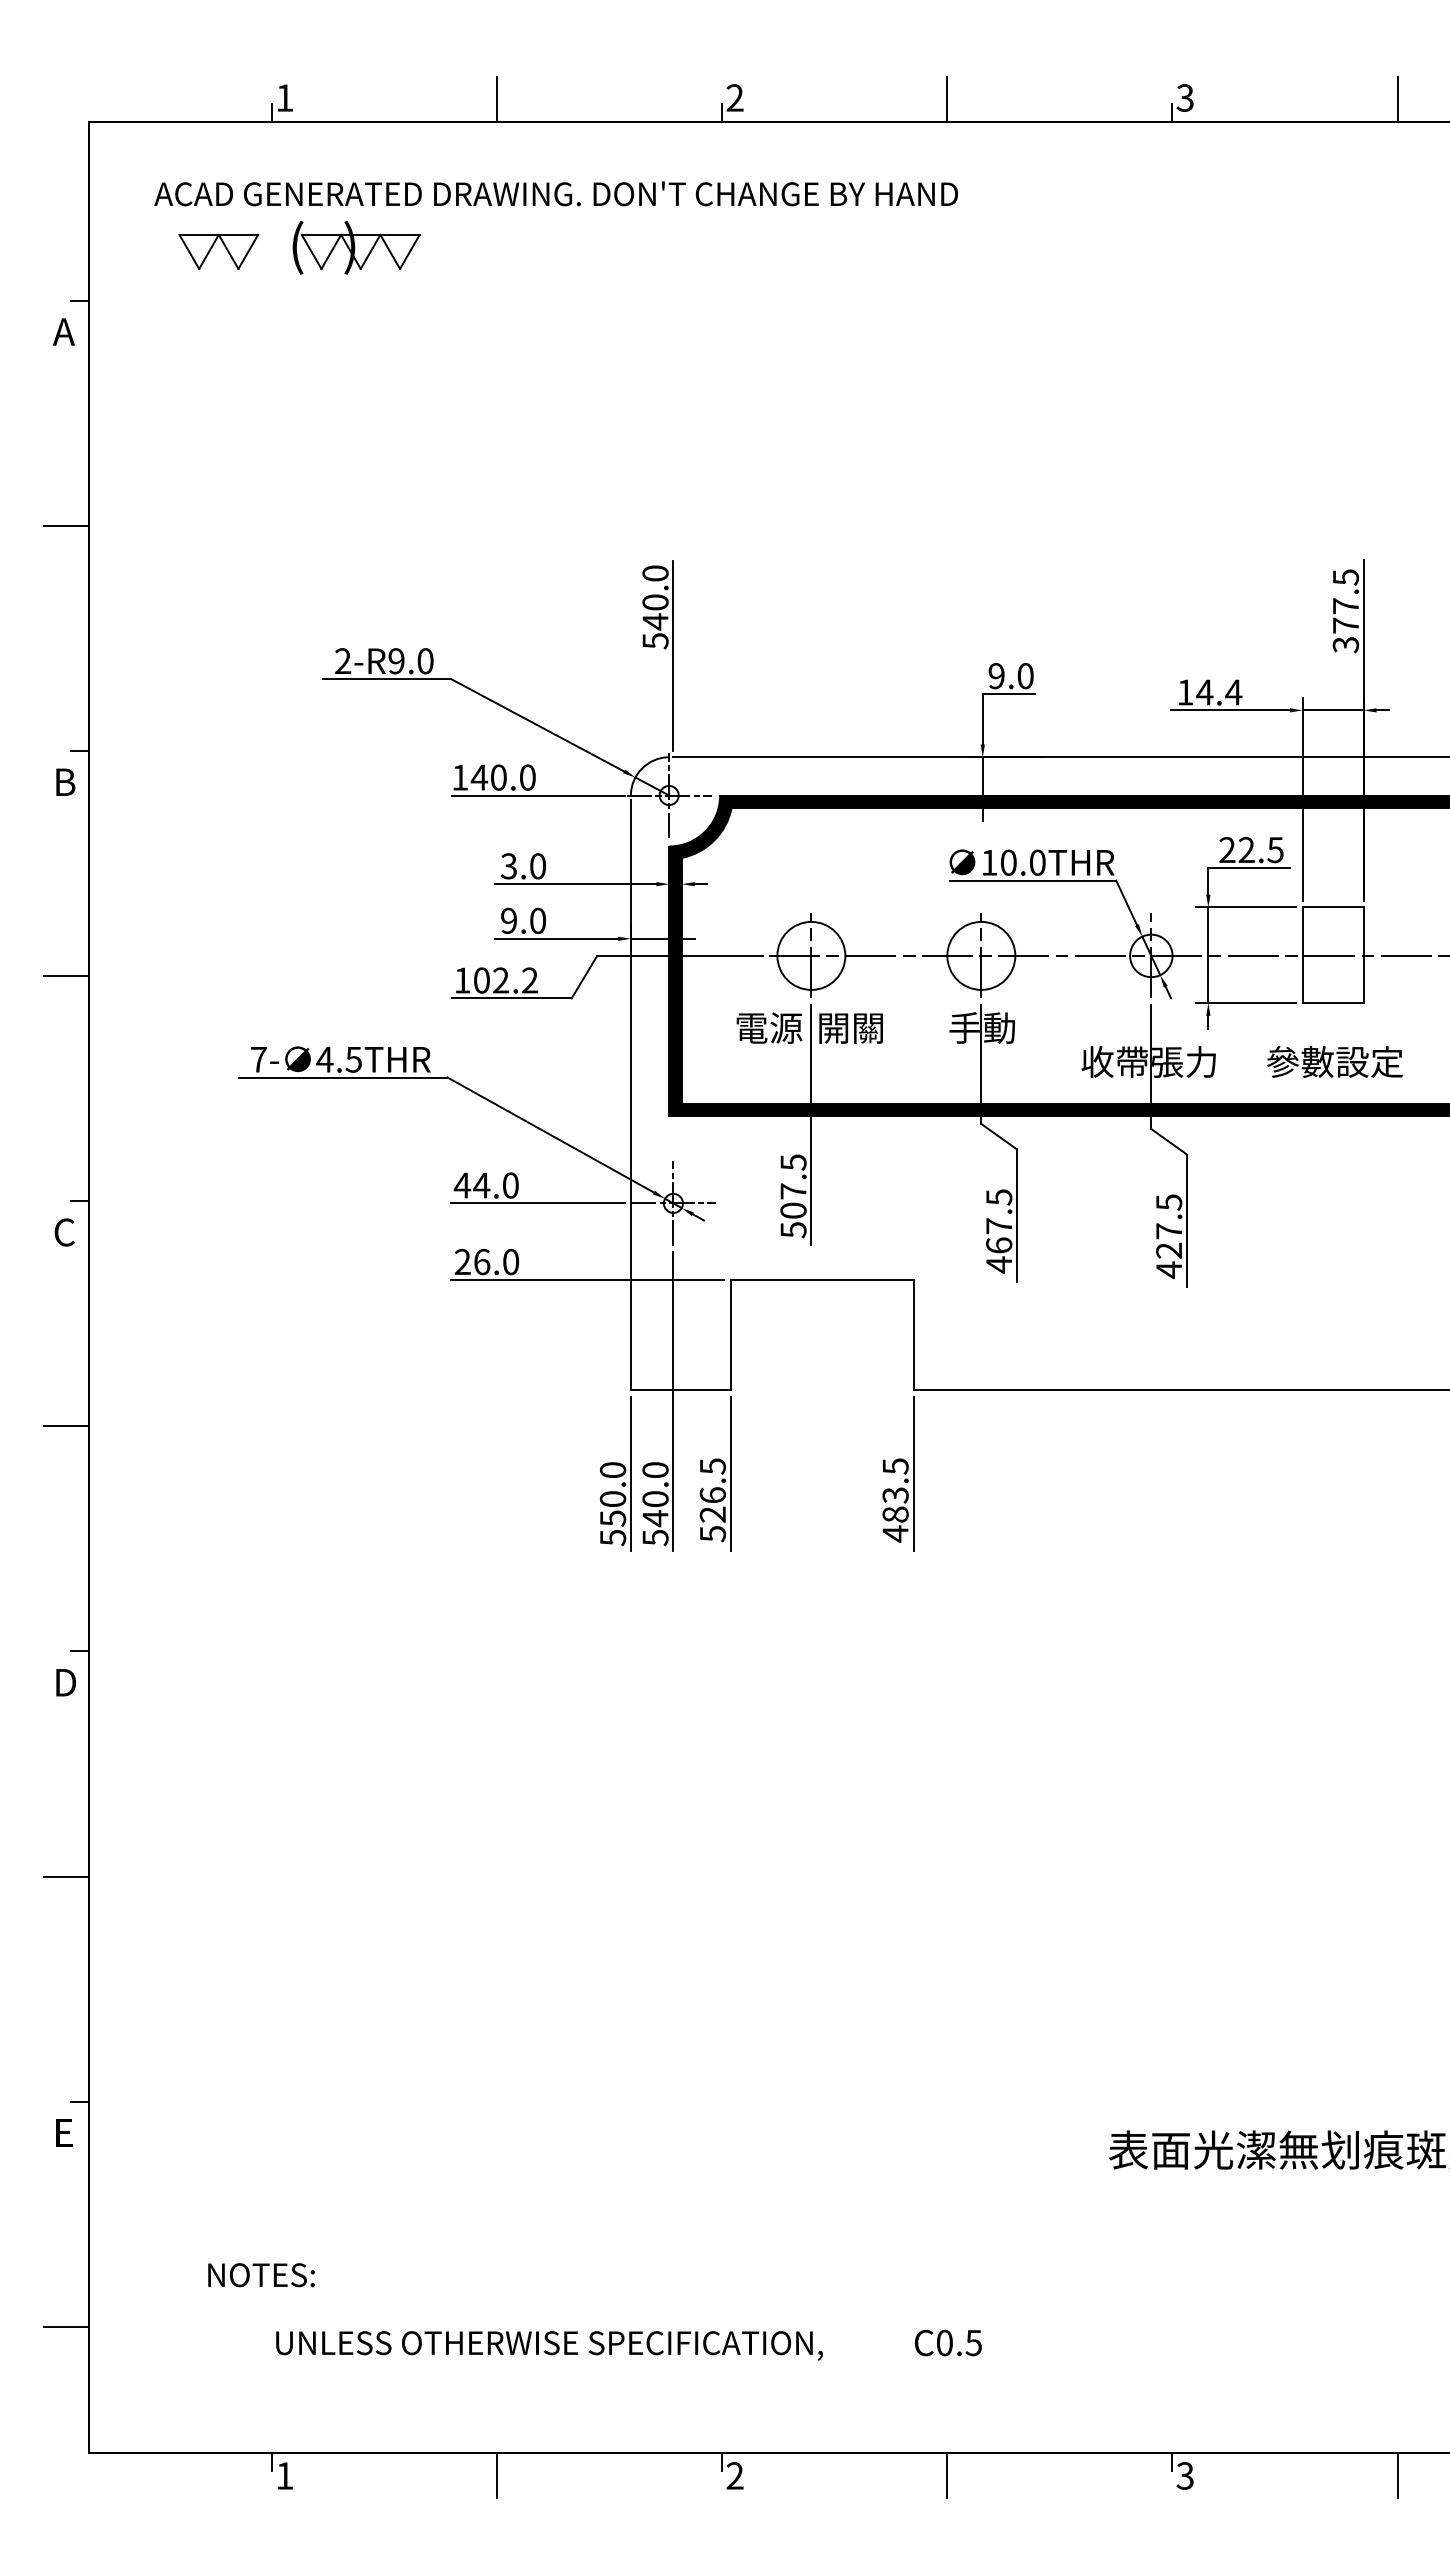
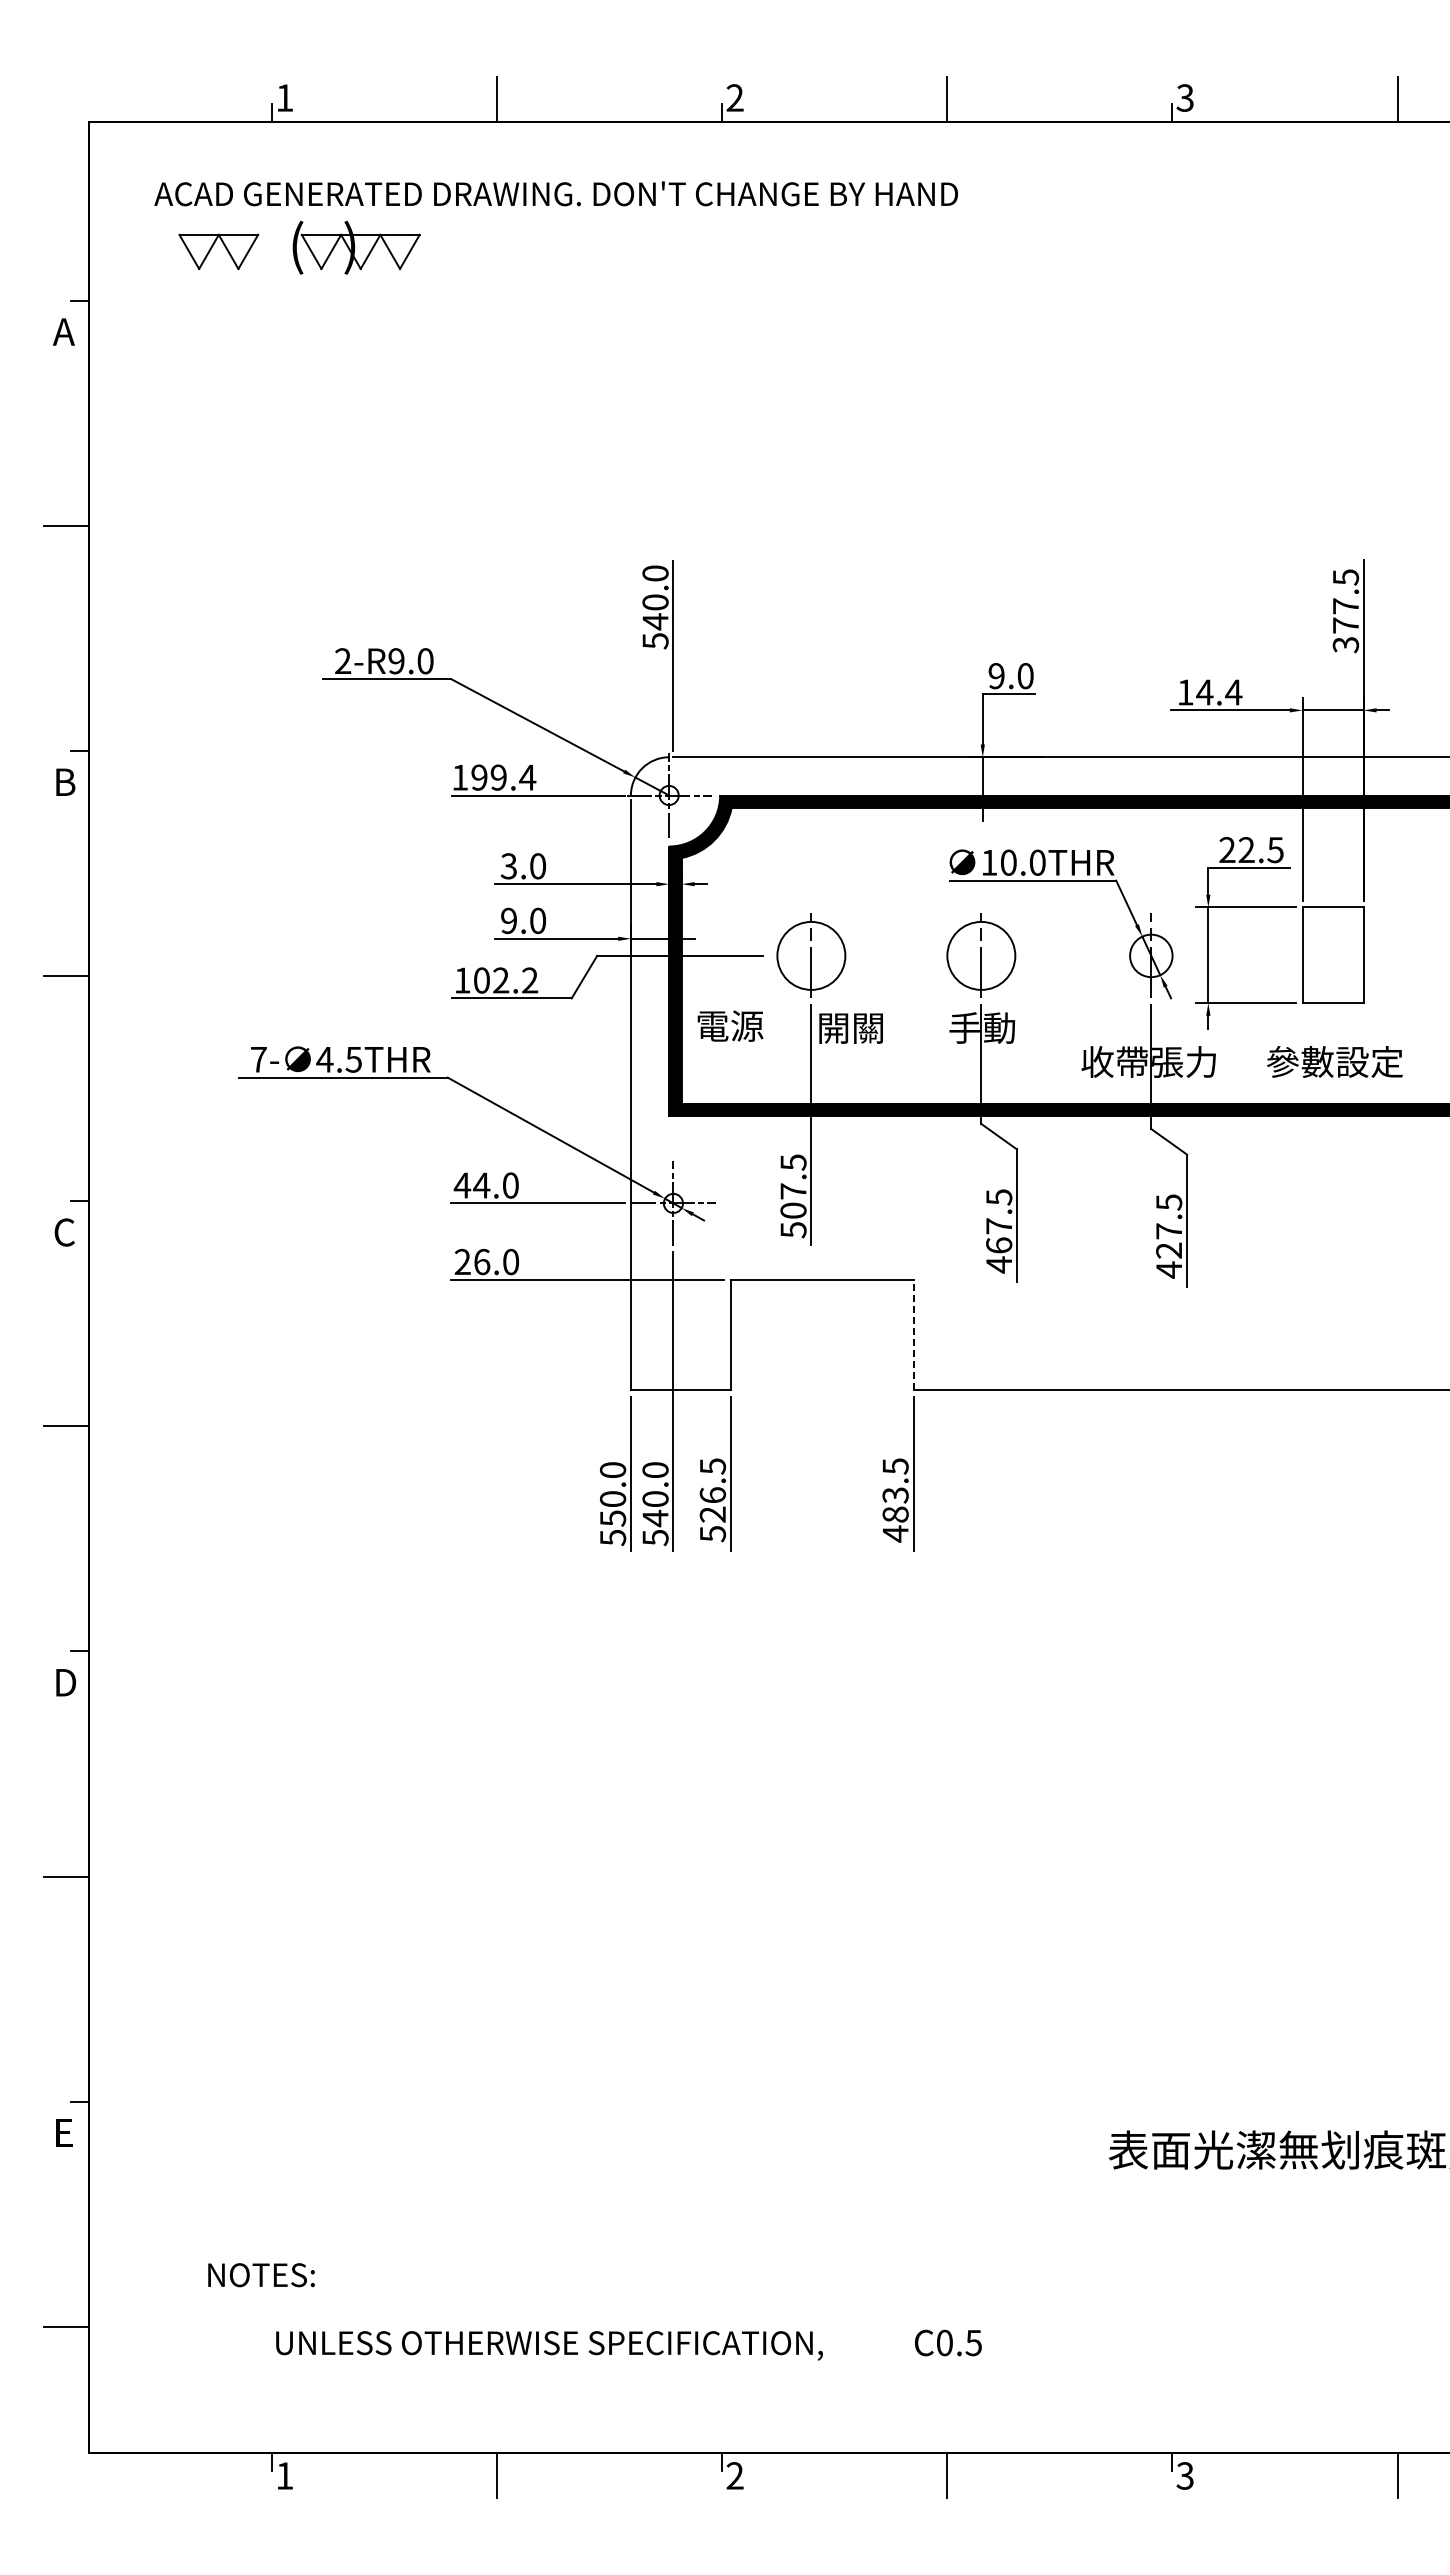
text at (503, 777): 140.0 -> 199.4
line at (1107, 955): present -> none
text at (769, 1027) position: (769, 1027) -> (730, 1025)
line at (913, 1334): solid -> dashed
